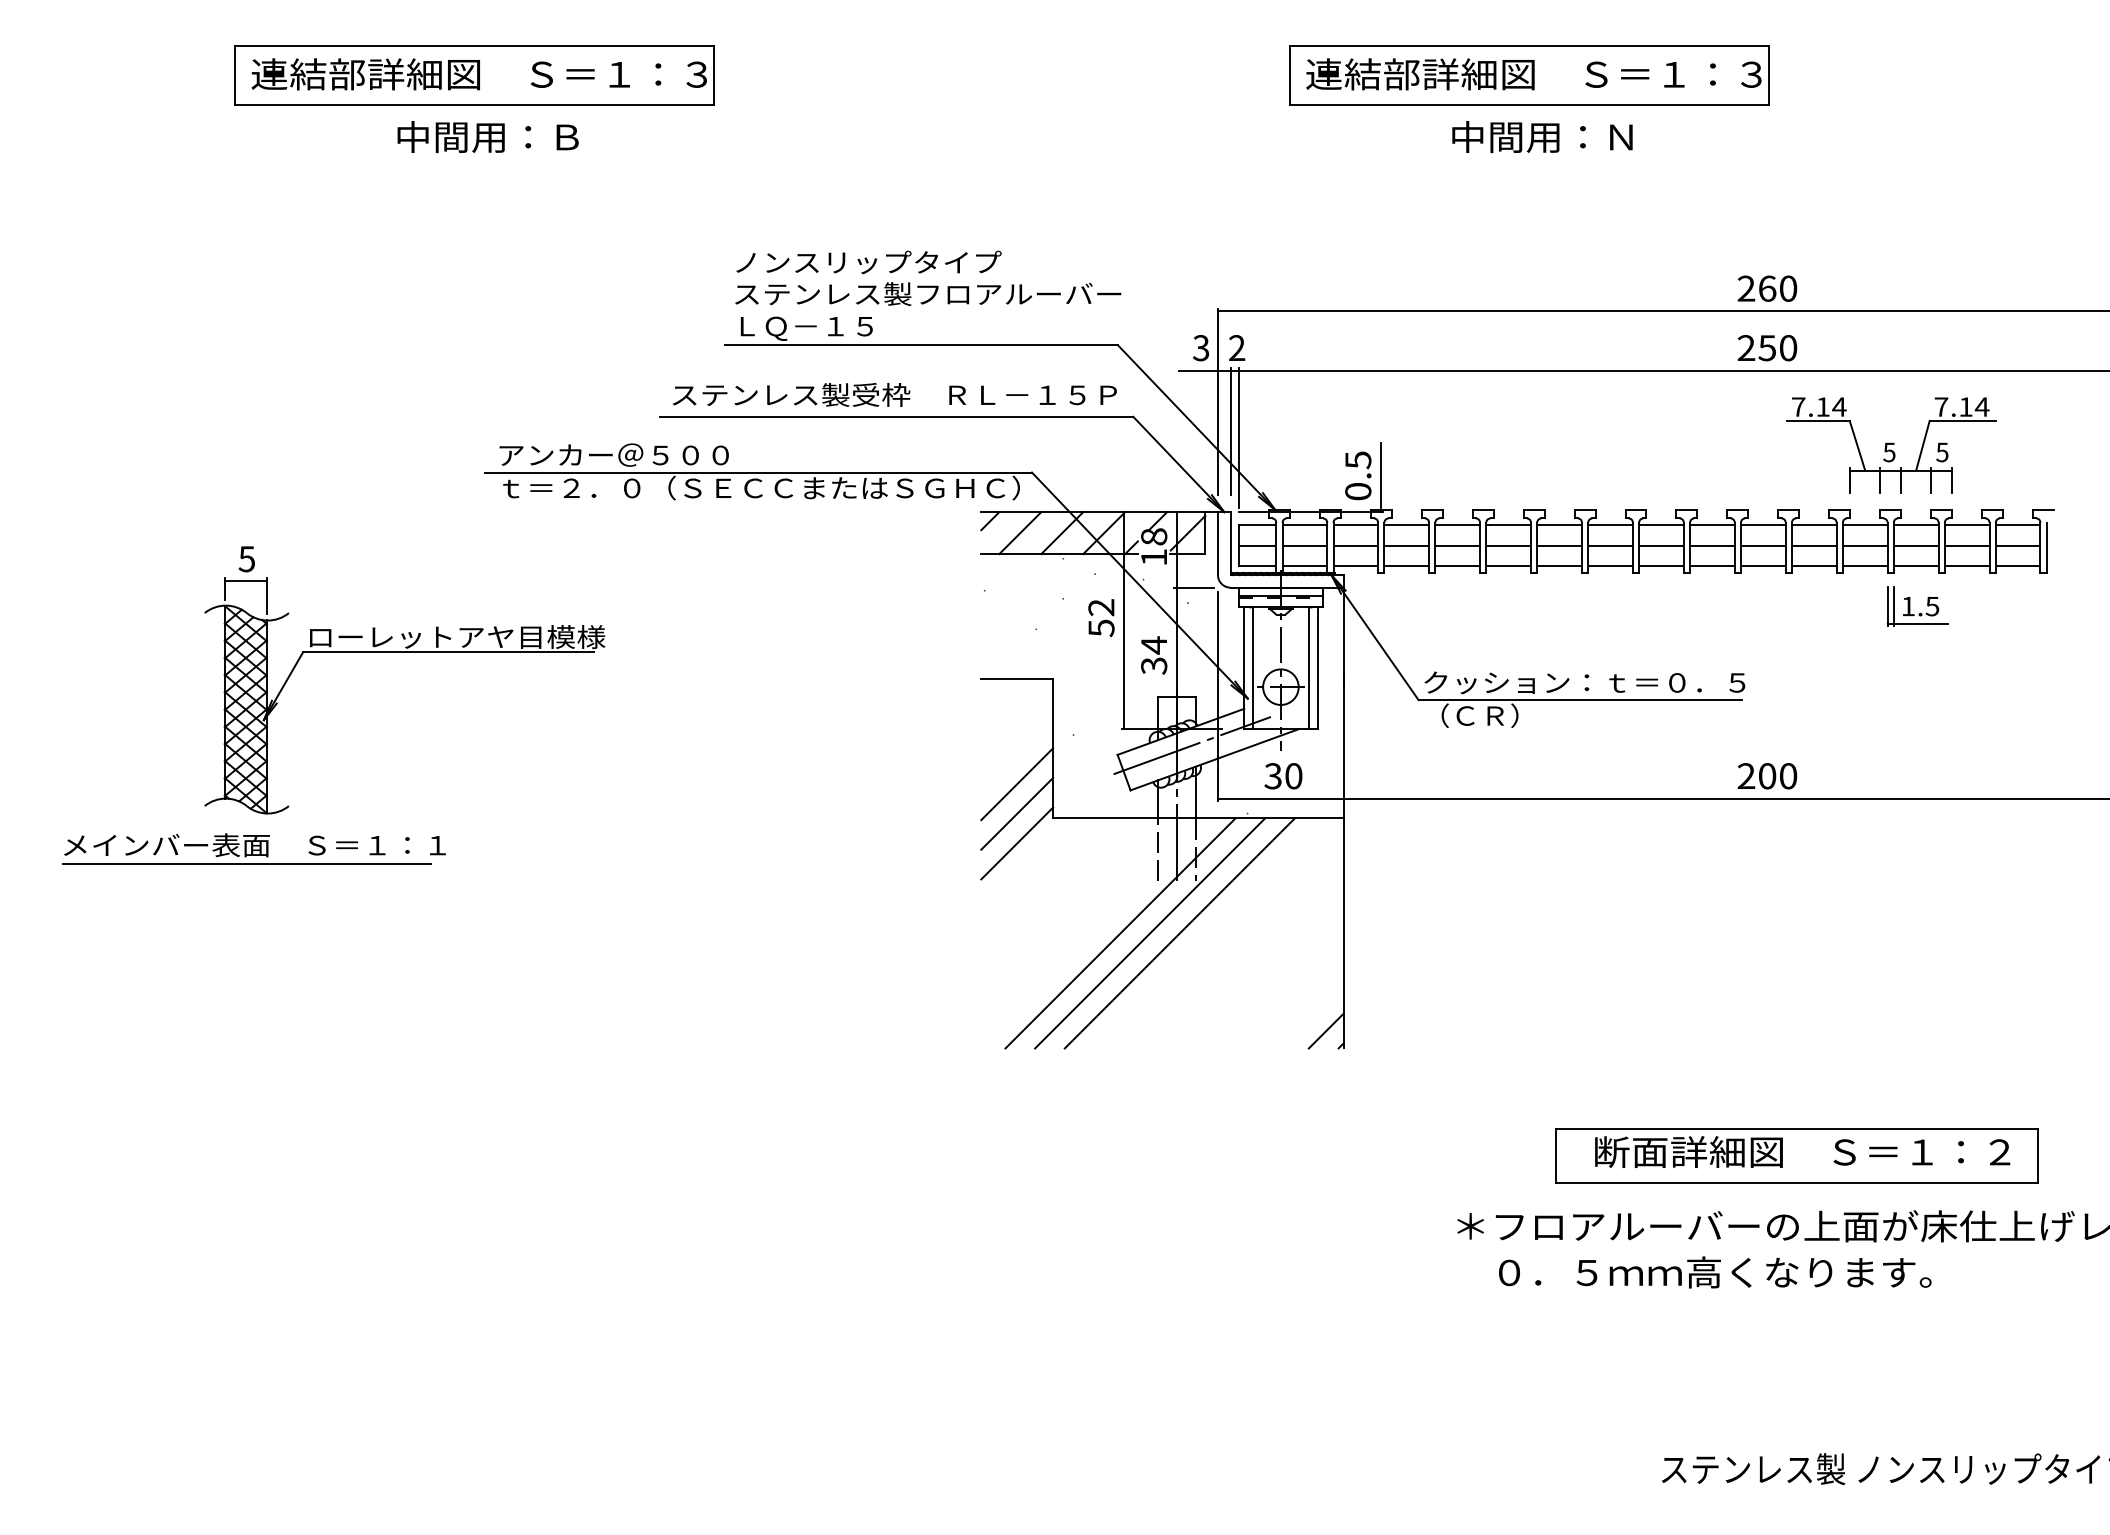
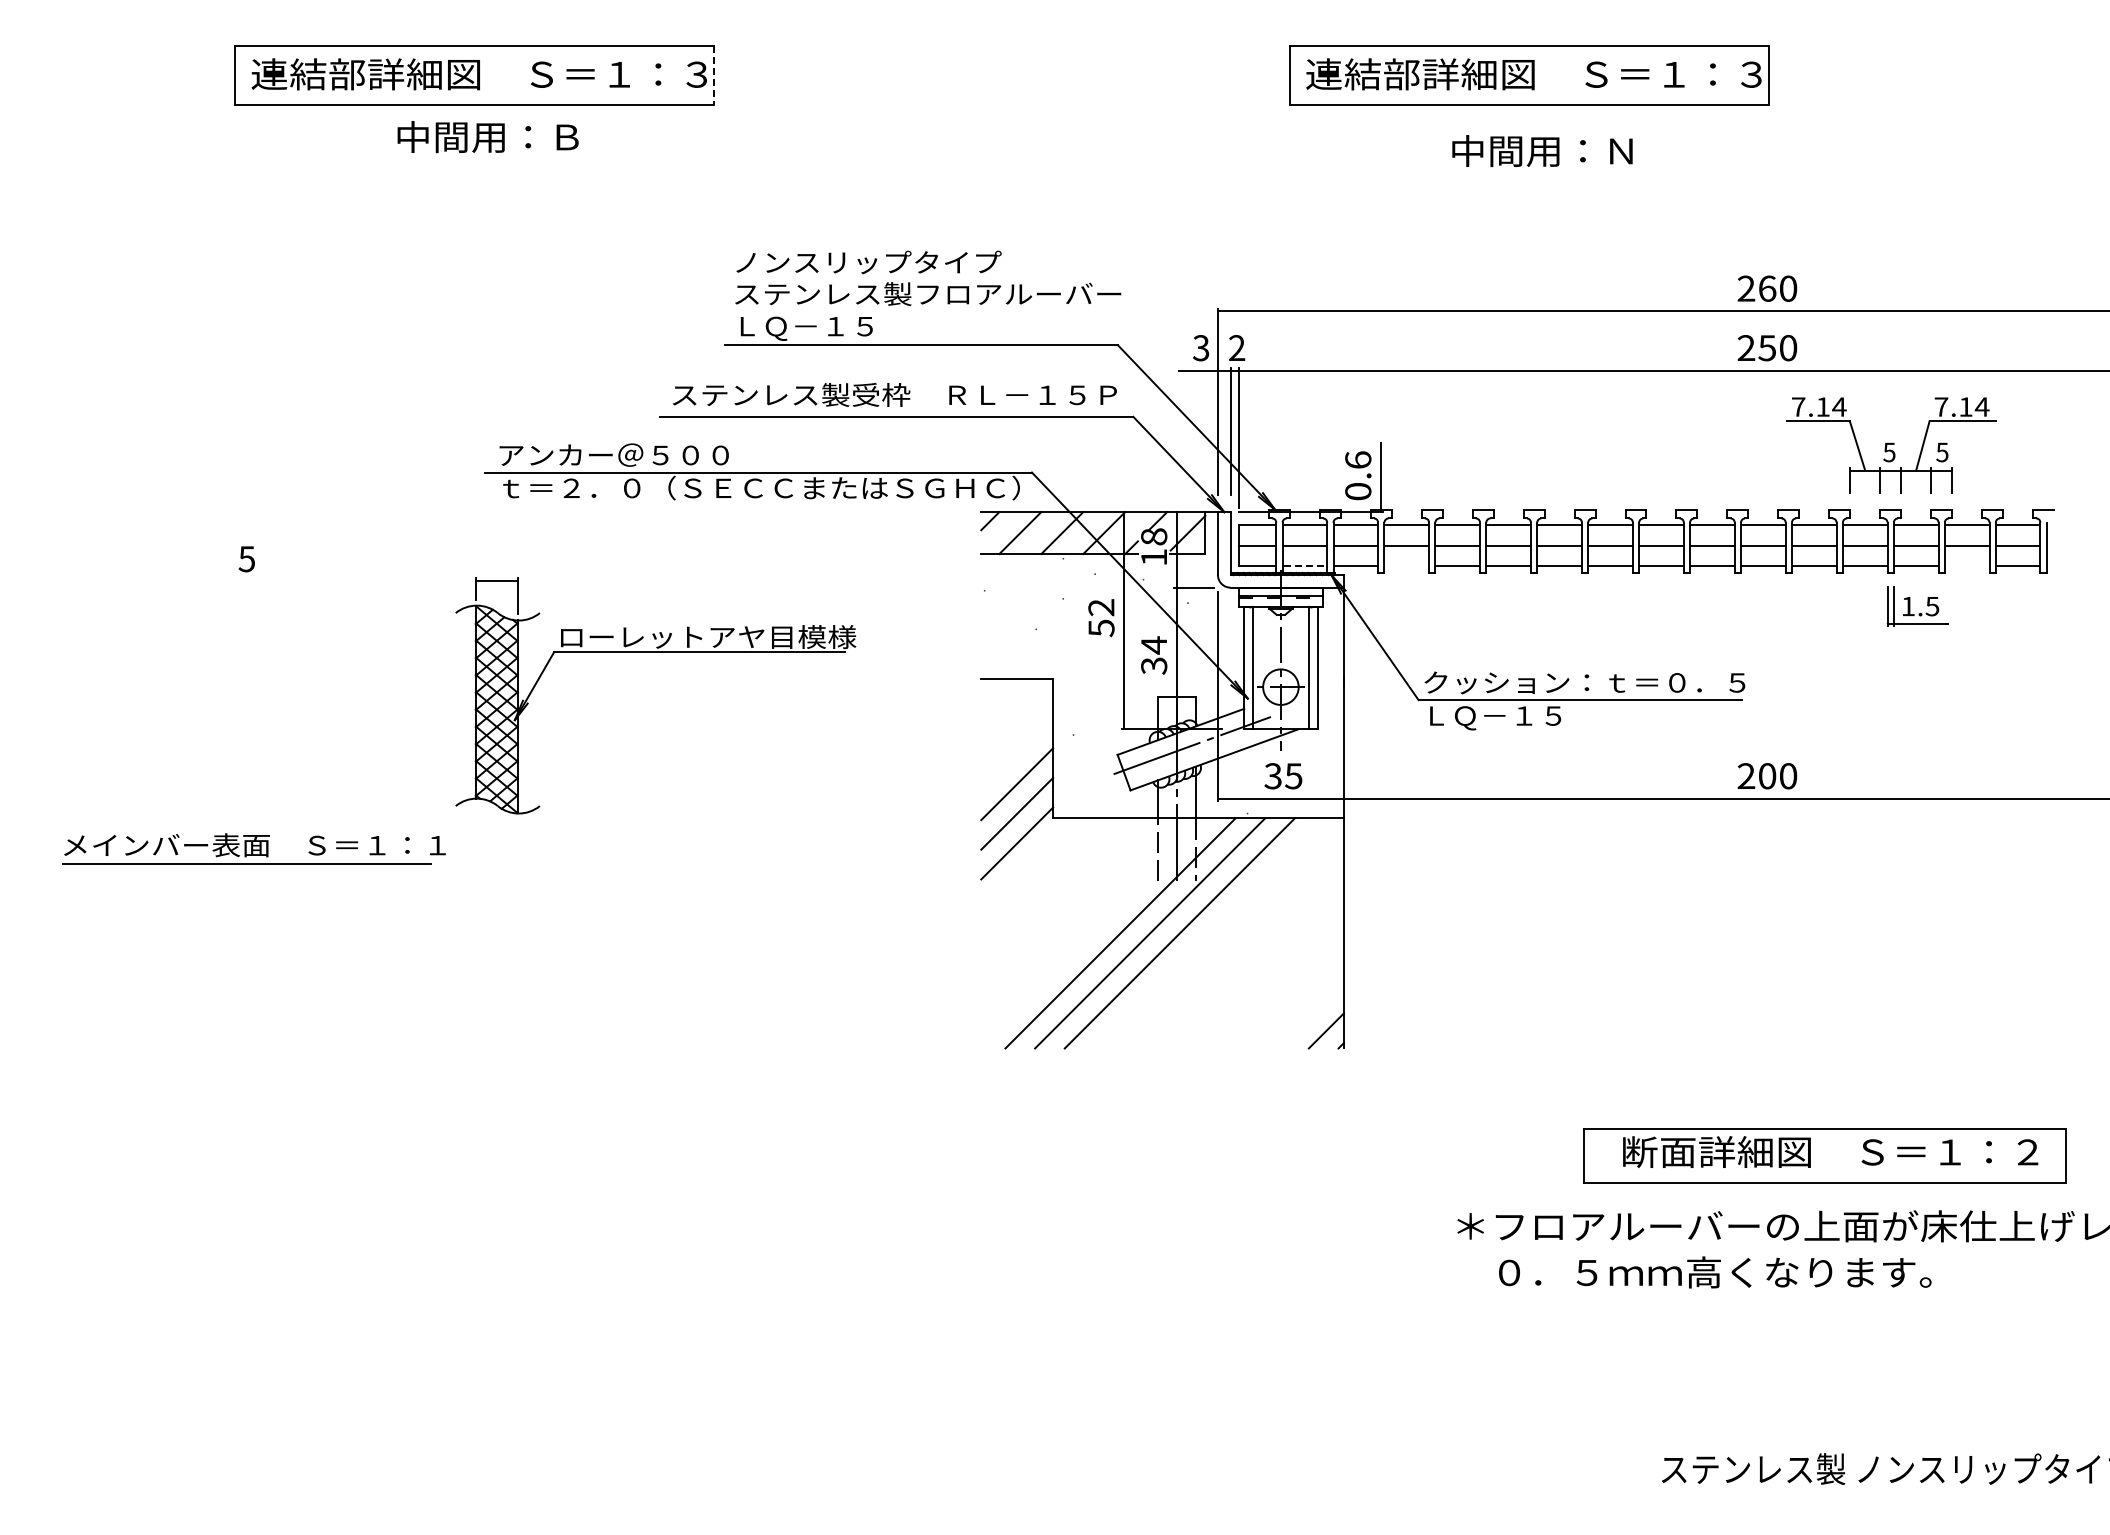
line at (714, 76): solid -> dashed
text at (1542, 136) position: (1542, 136) -> (1542, 150)
text at (1358, 460): 0.5 -> 0.6
line at (1305, 566): solid -> dashed
line at (1406, 566): present -> none
line at (1966, 566): present -> none
part at (404, 652) position: (404, 652) -> (655, 652)
text at (1495, 716): （ＣＲ） -> ＬＱ－１５
text at (1293, 776): 30 -> 35
part at (1796, 1155) position: (1796, 1155) -> (1824, 1155)
